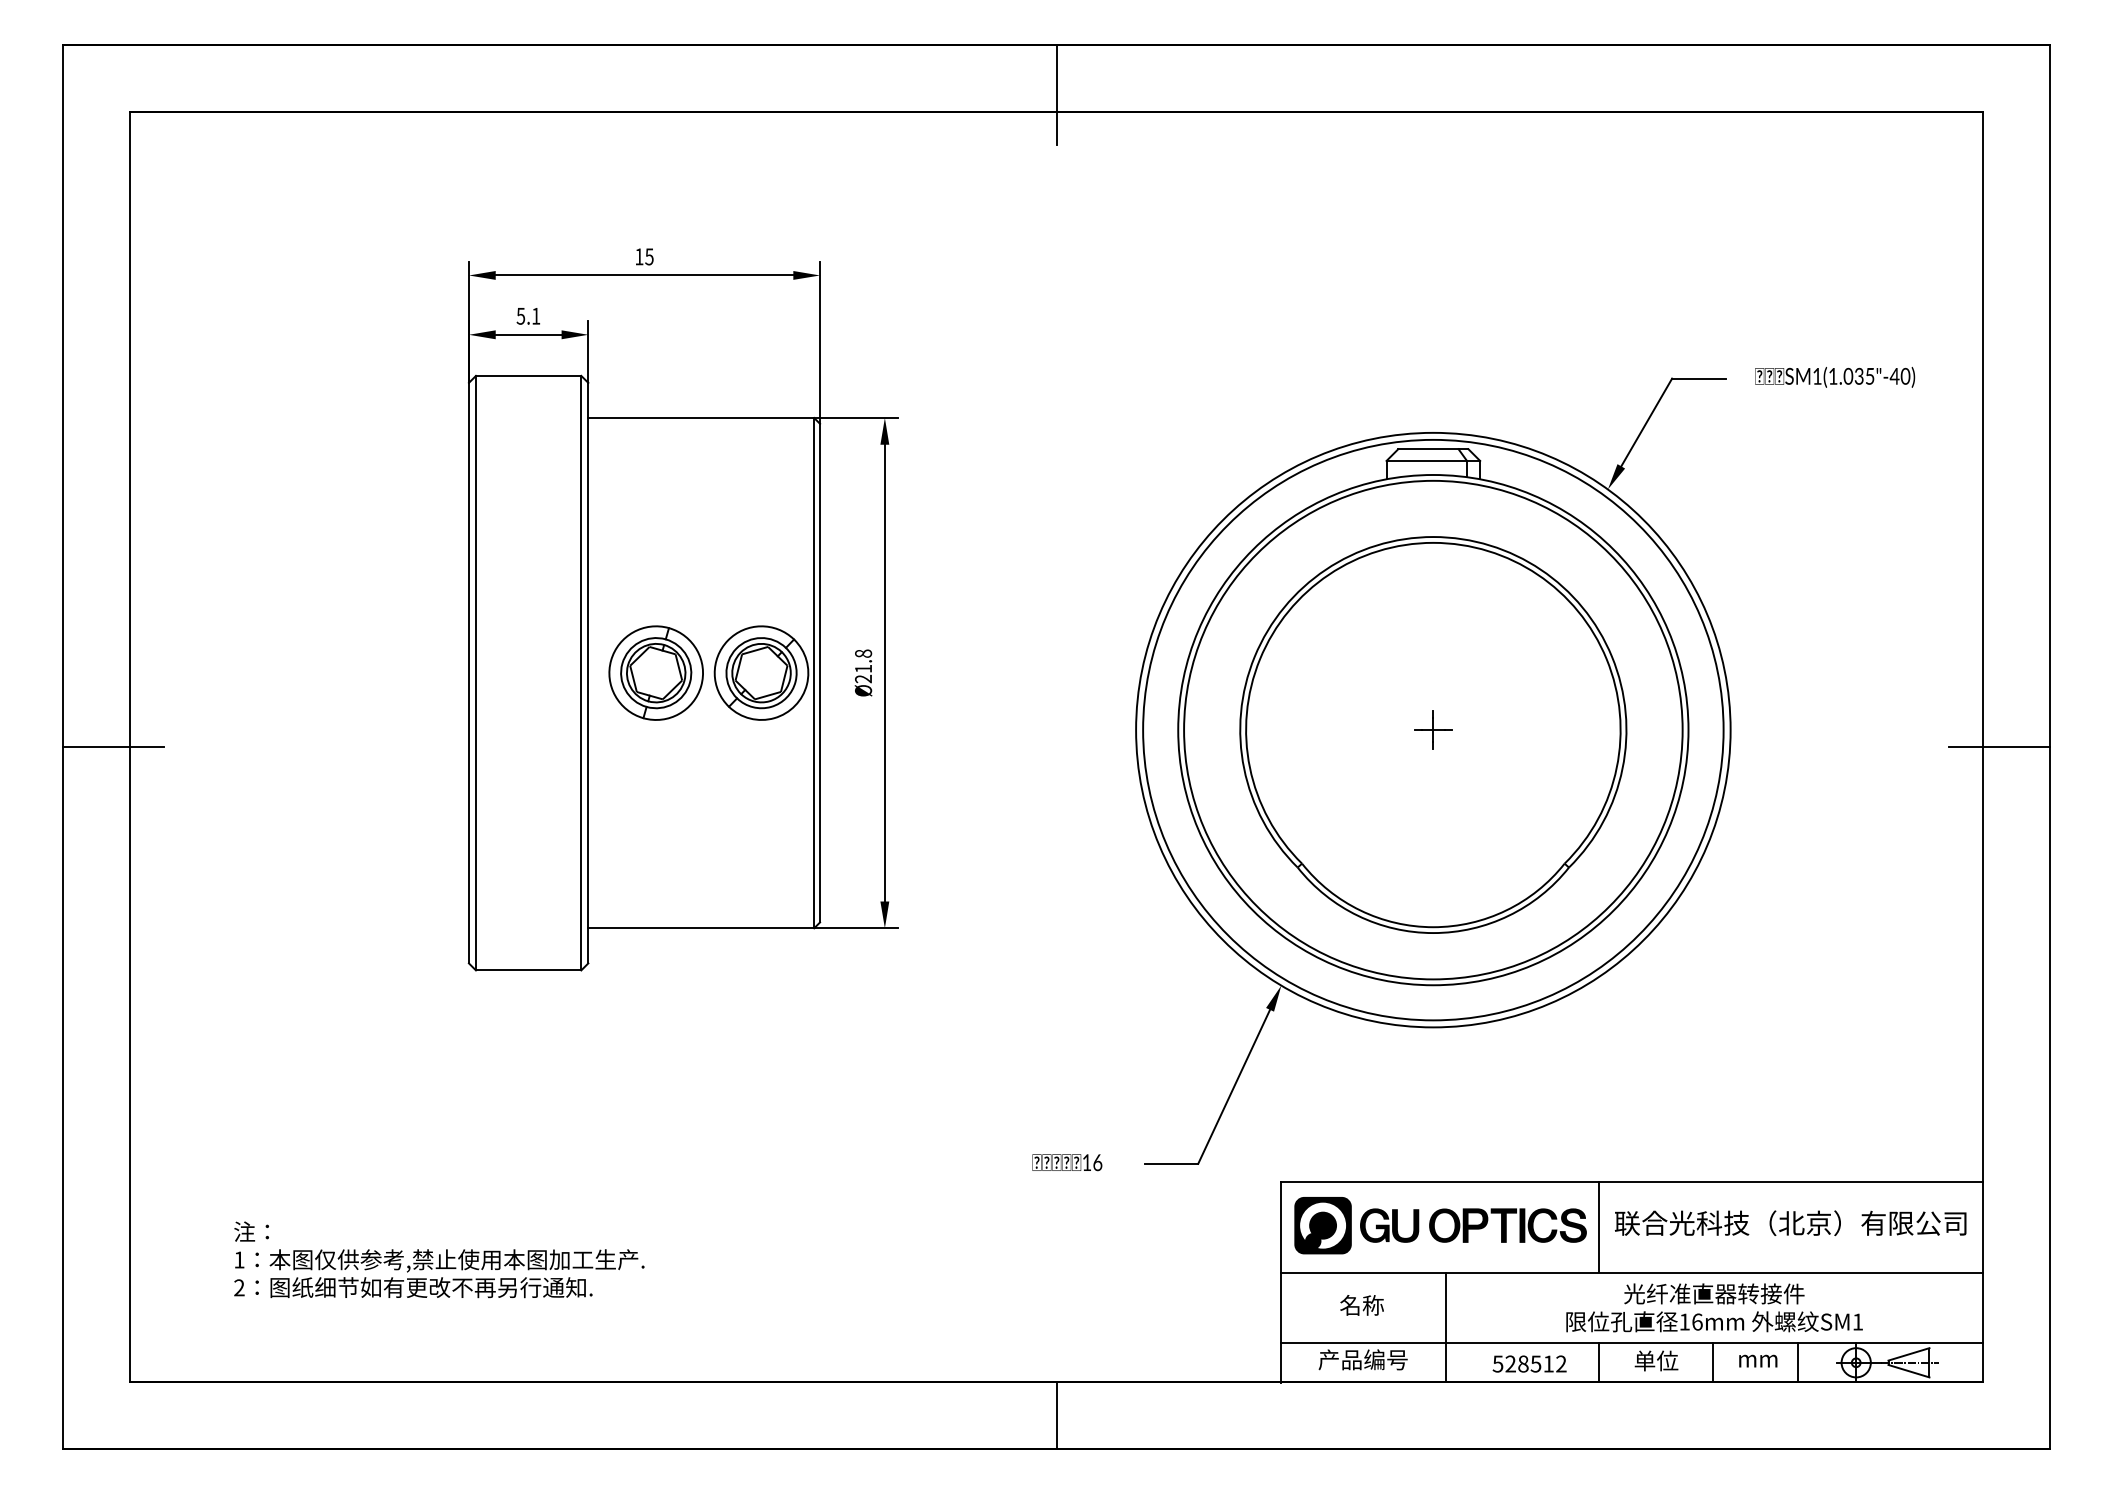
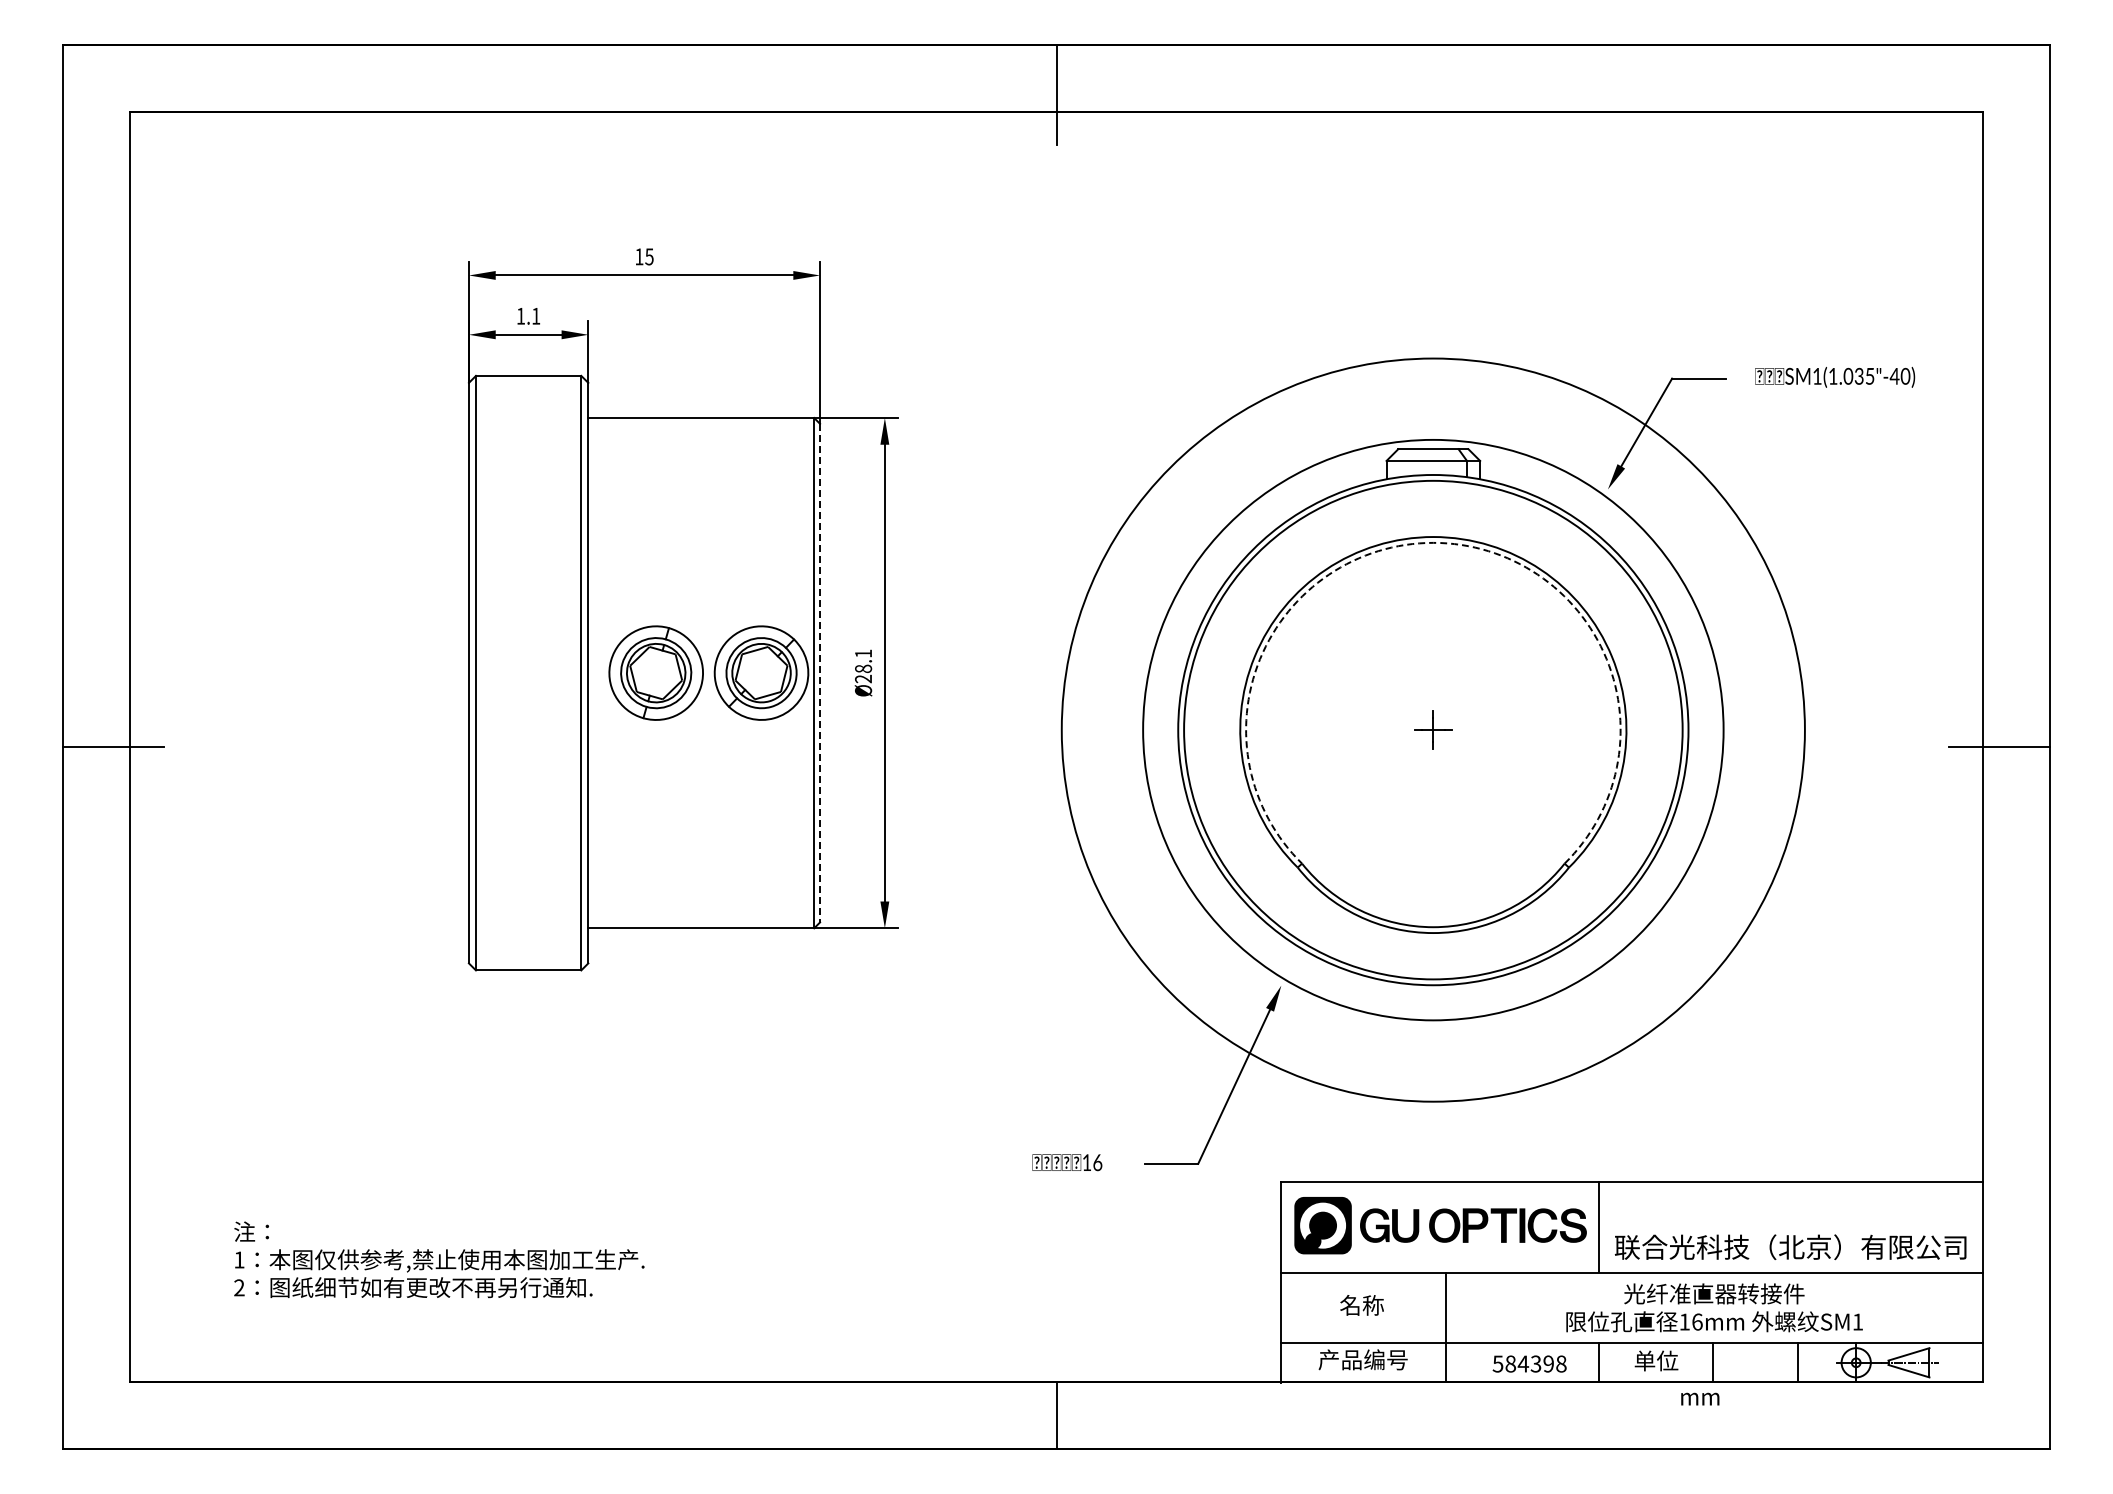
text at (520, 316): 5.1 -> 1.1
arc at (1433, 542): solid -> dashed
text at (863, 661): Ø21.8 -> Ø28.1
line at (820, 673): solid -> dashed
circle at (1433, 729) diameter: 595 px -> 743 px
text at (1790, 1223) position: (1790, 1223) -> (1790, 1247)
text at (1758, 1360) position: (1758, 1360) -> (1700, 1398)
text at (1535, 1363): 528512 -> 584398
